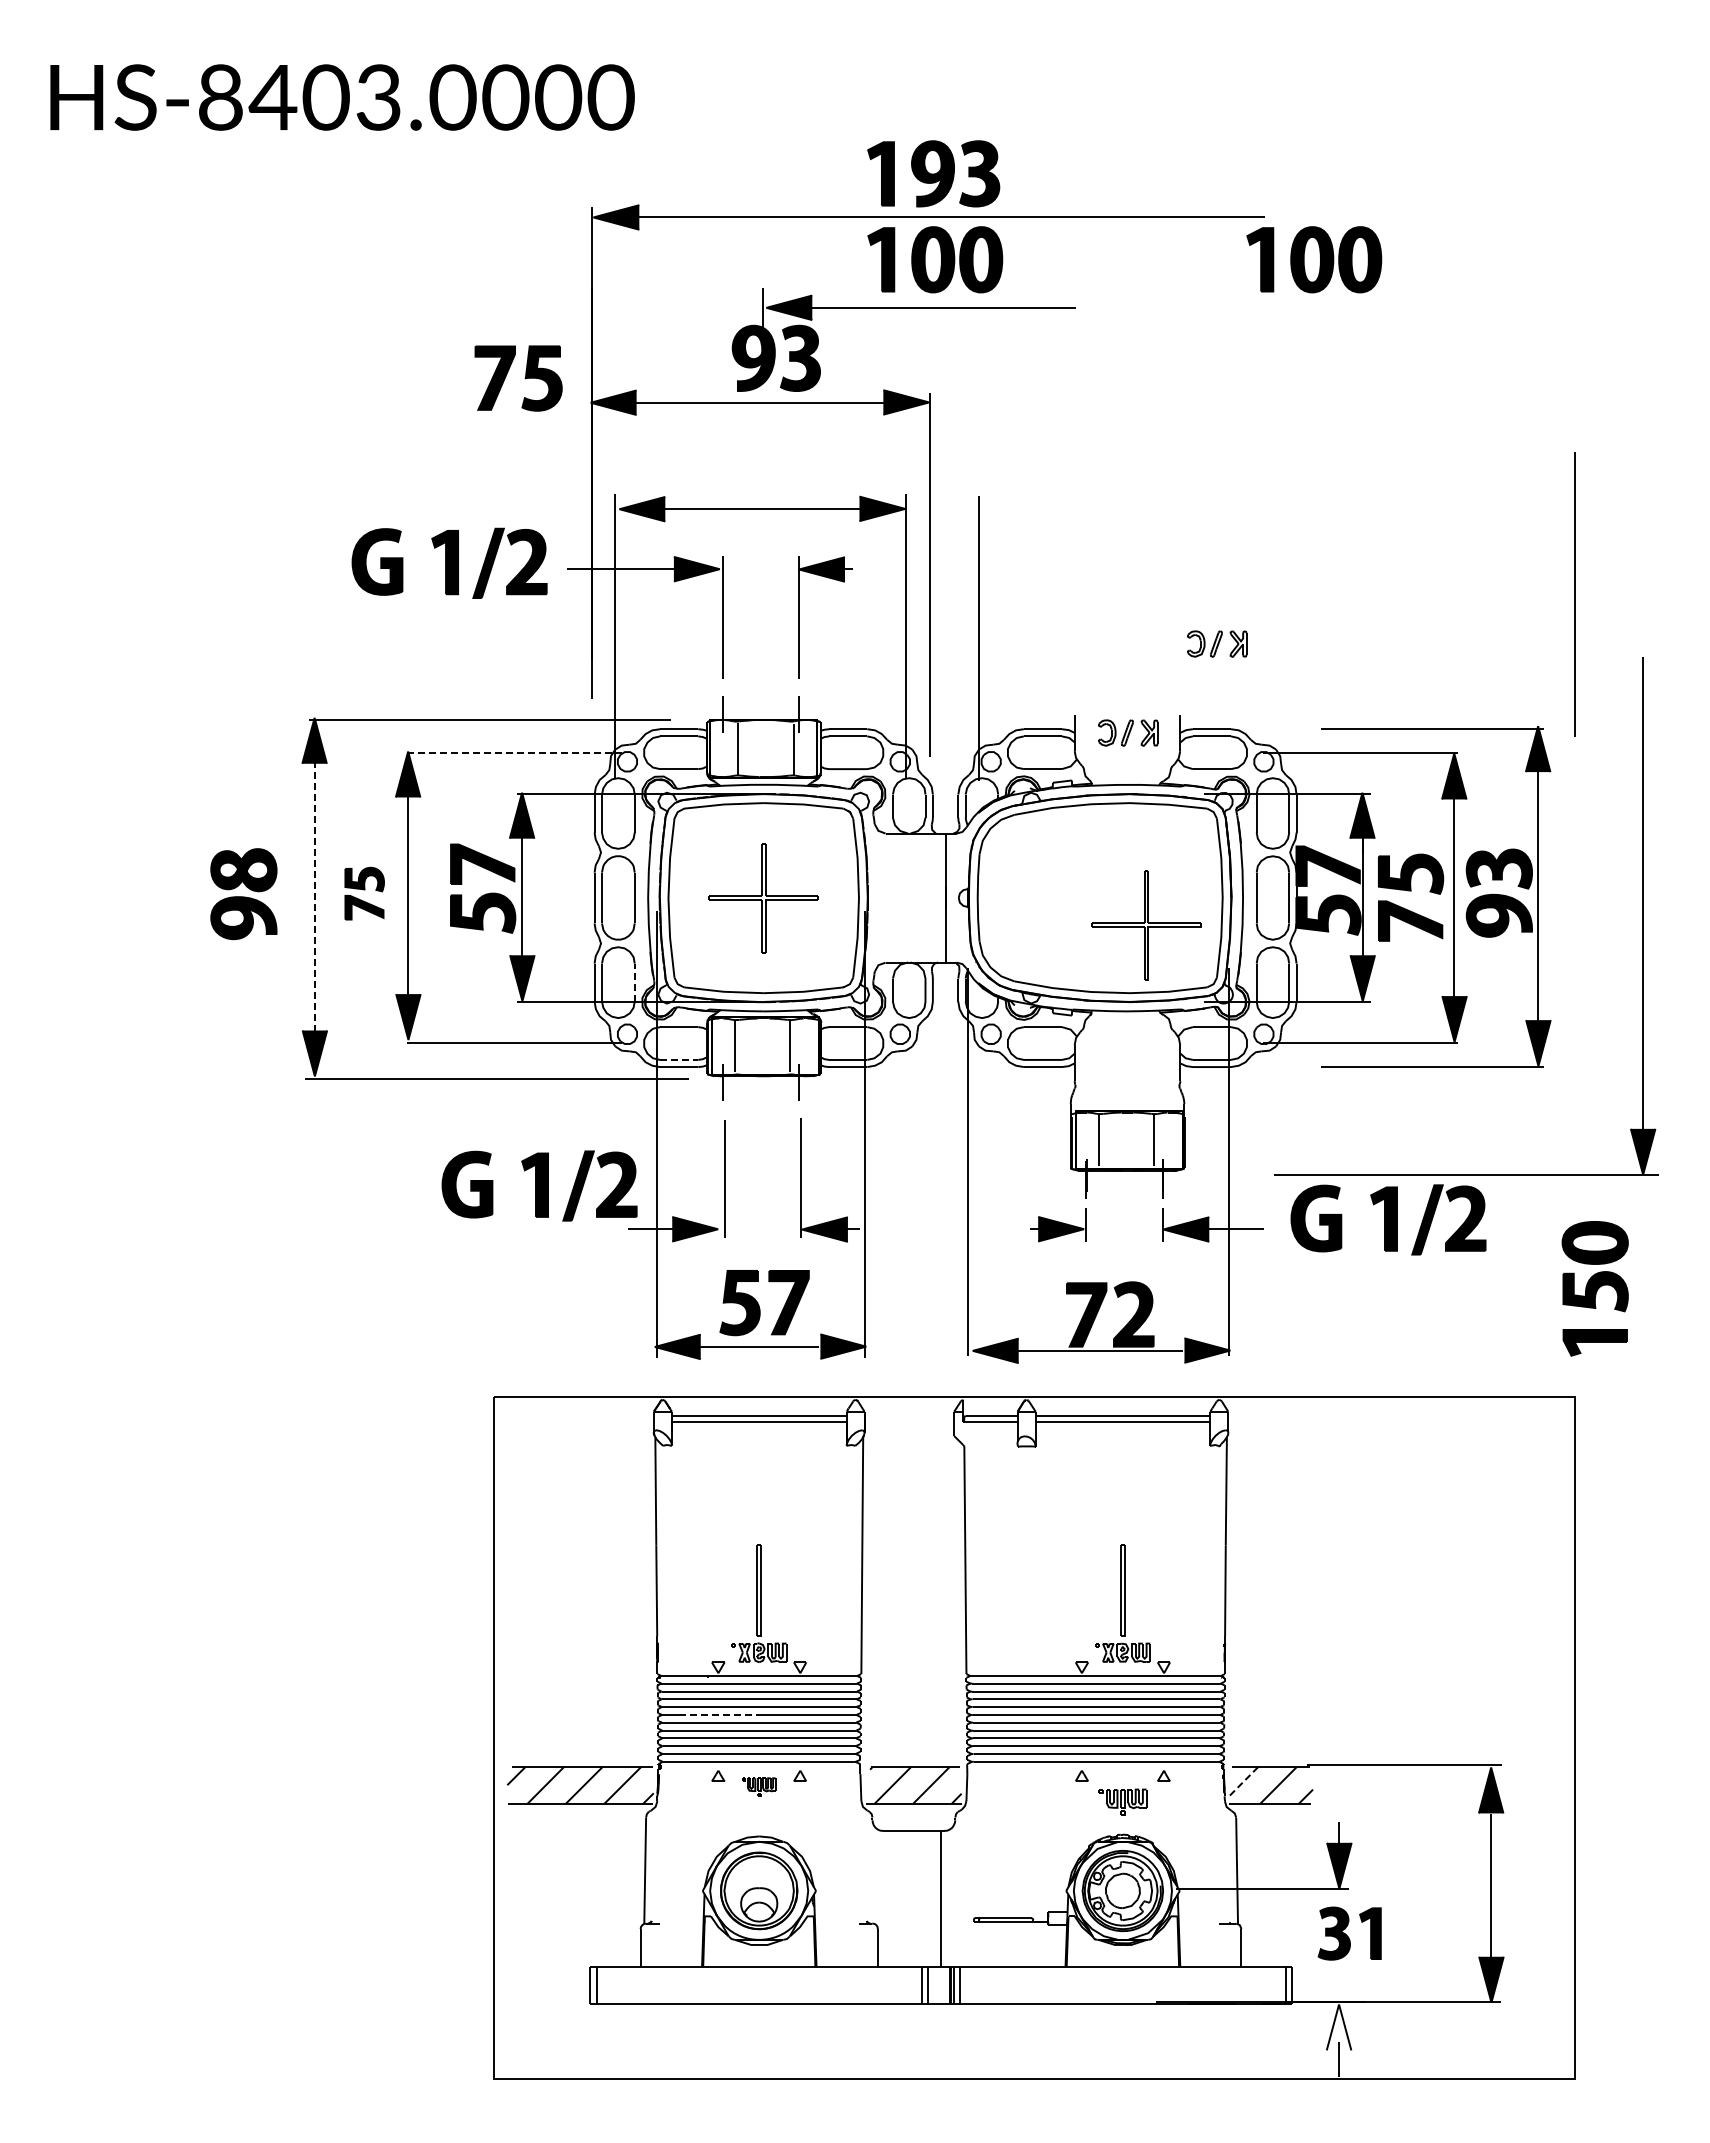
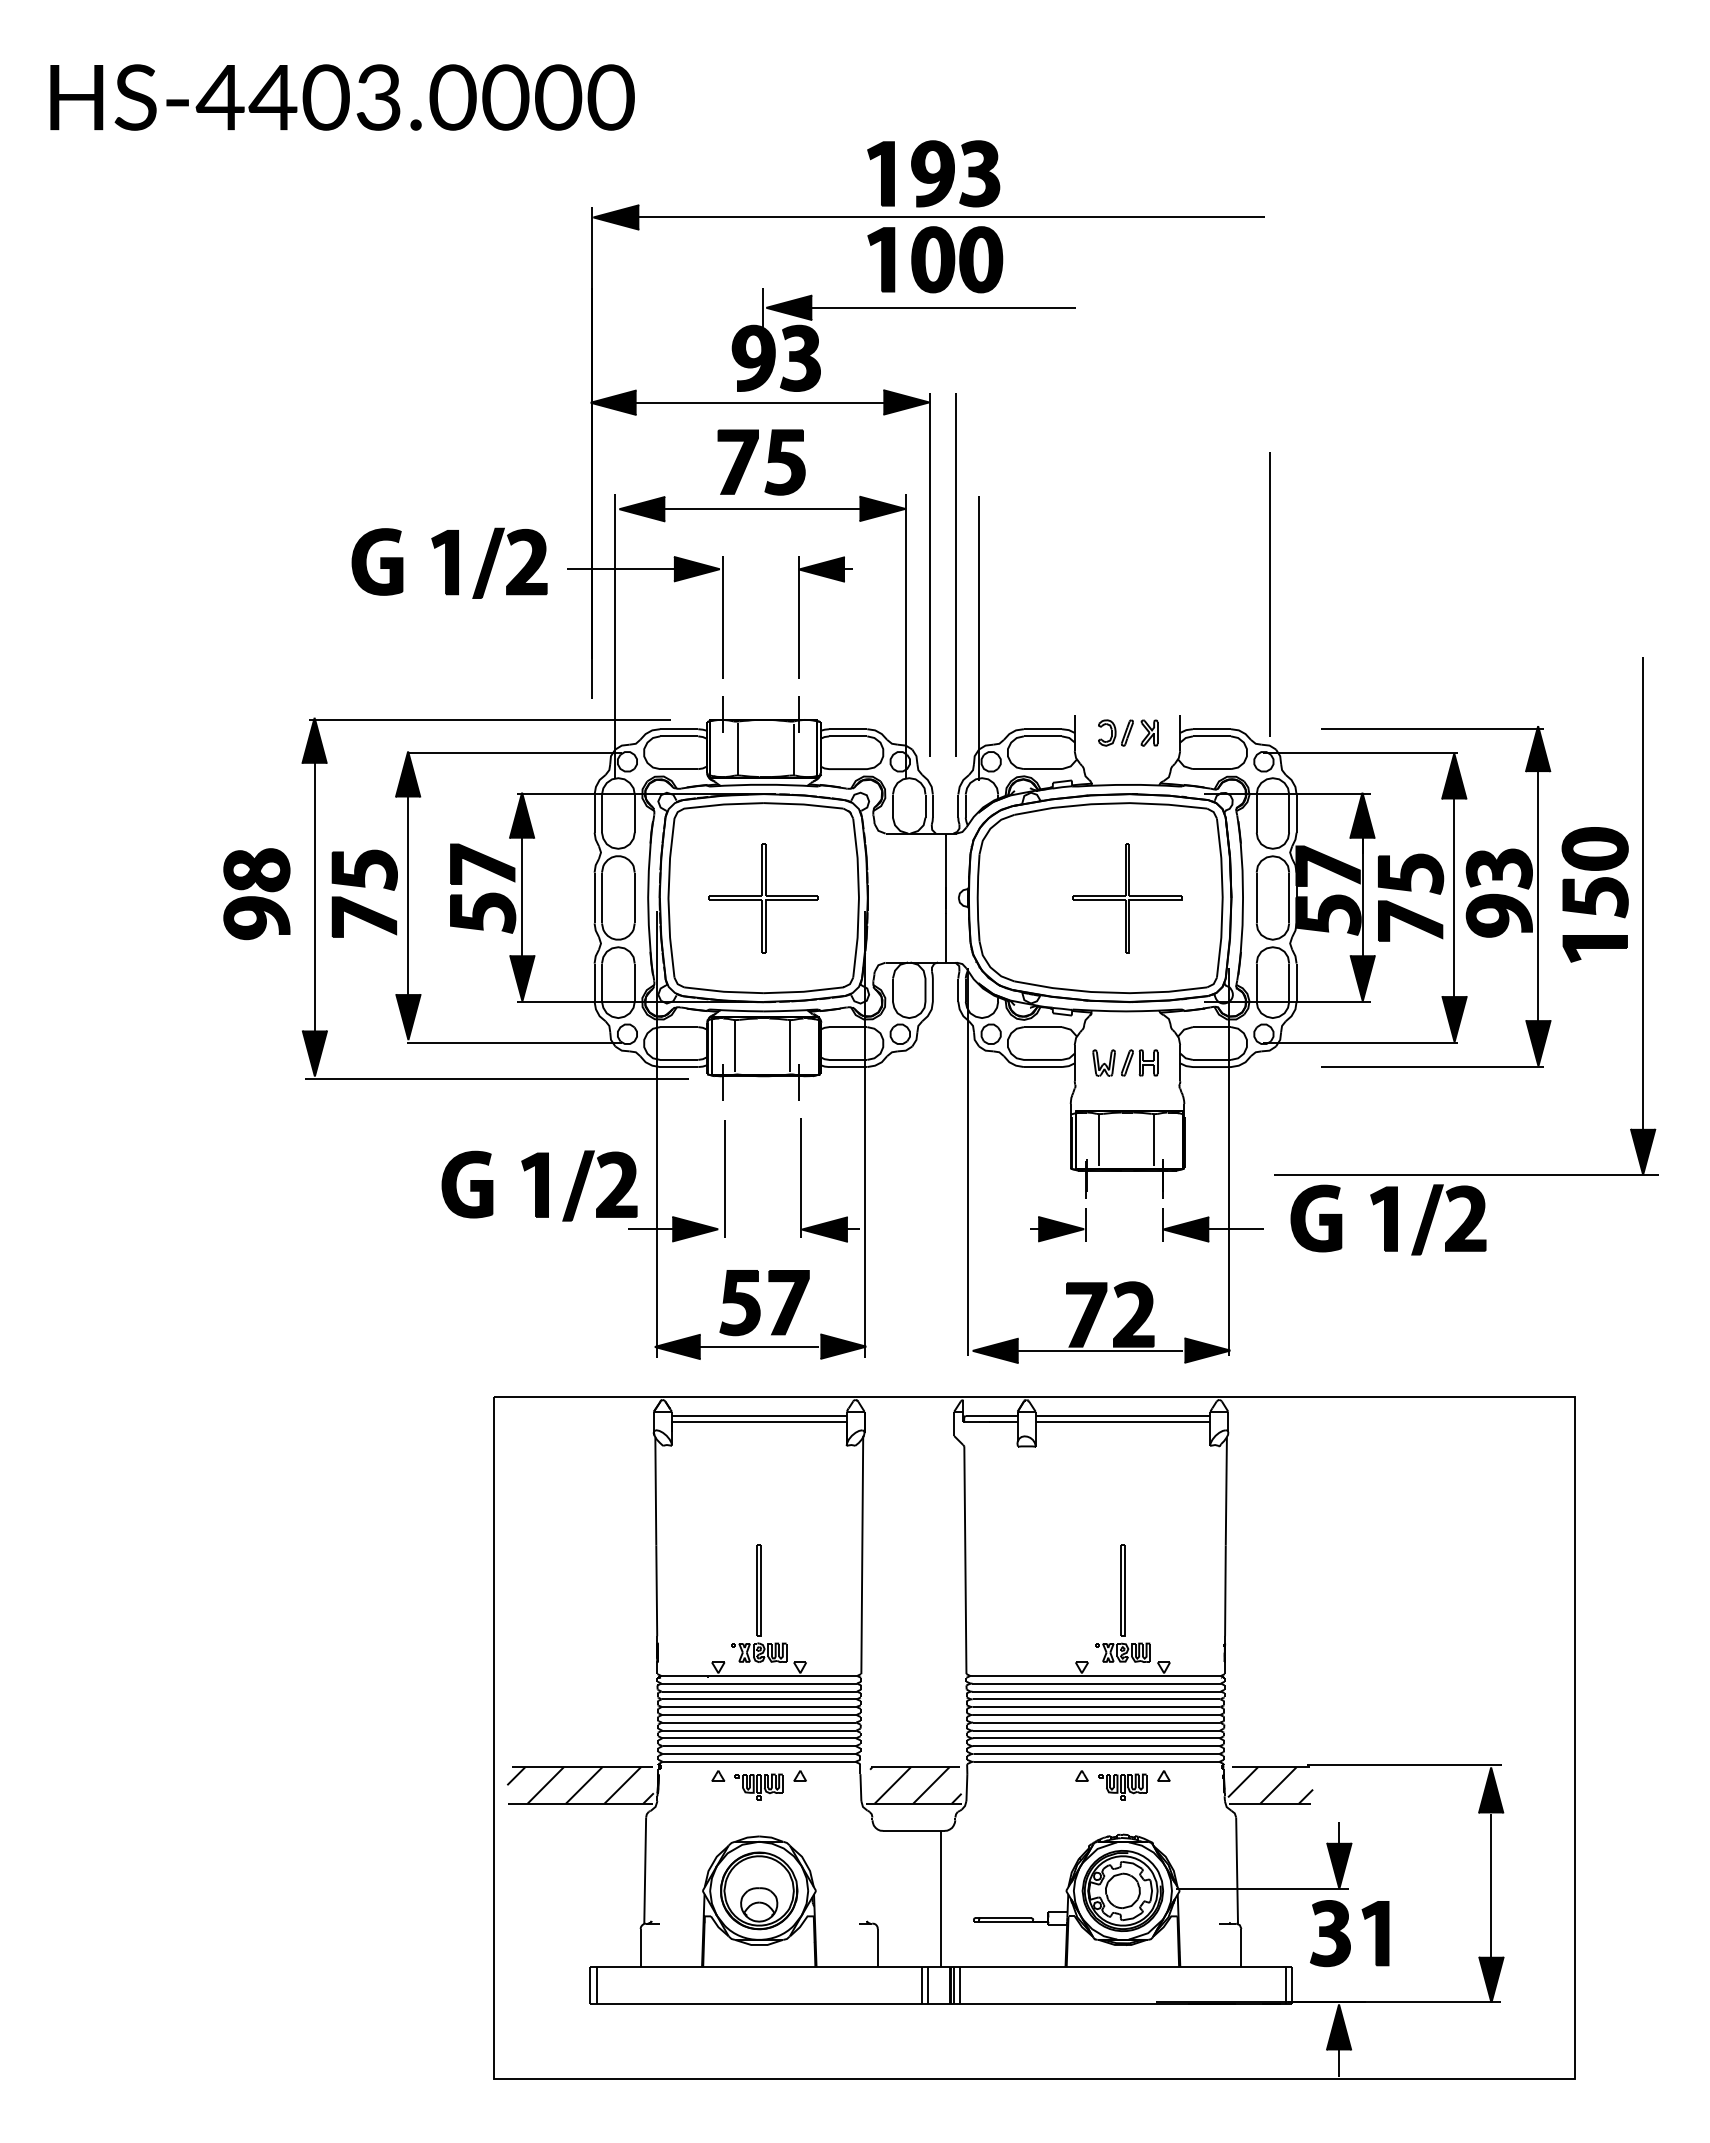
text at (219, 97): HS-8403.0000 -> HS-4403.0000
part at (1314, 259): present -> none
part at (518, 378) position: (518, 378) -> (761, 462)
line at (955, 574): none -> present
line at (1574, 594) position: (1574, 594) -> (1269, 594)
part at (1217, 643): present -> none
line at (514, 752): dashed -> solid
line at (314, 887): dashed -> solid
part at (364, 893) size: 41x55 px -> 67x89 px
part at (243, 894) position: (243, 894) -> (256, 894)
part at (1146, 925) position: (1146, 925) -> (1127, 898)
line at (634, 982): dashed -> solid
line at (679, 1059): dashed -> solid
part at (1125, 1062): none -> present
part at (1594, 1288) position: (1594, 1288) -> (1594, 894)
line at (719, 1714): dashed -> solid
line at (1242, 1782): dashed -> solid
part at (759, 1786) size: 35x20 px -> 50x28 px
part at (1122, 1801) position: (1122, 1801) -> (1122, 1786)
part at (1349, 1933) size: 65x55 px -> 80x68 px
fill at (1338, 2027): none -> present
